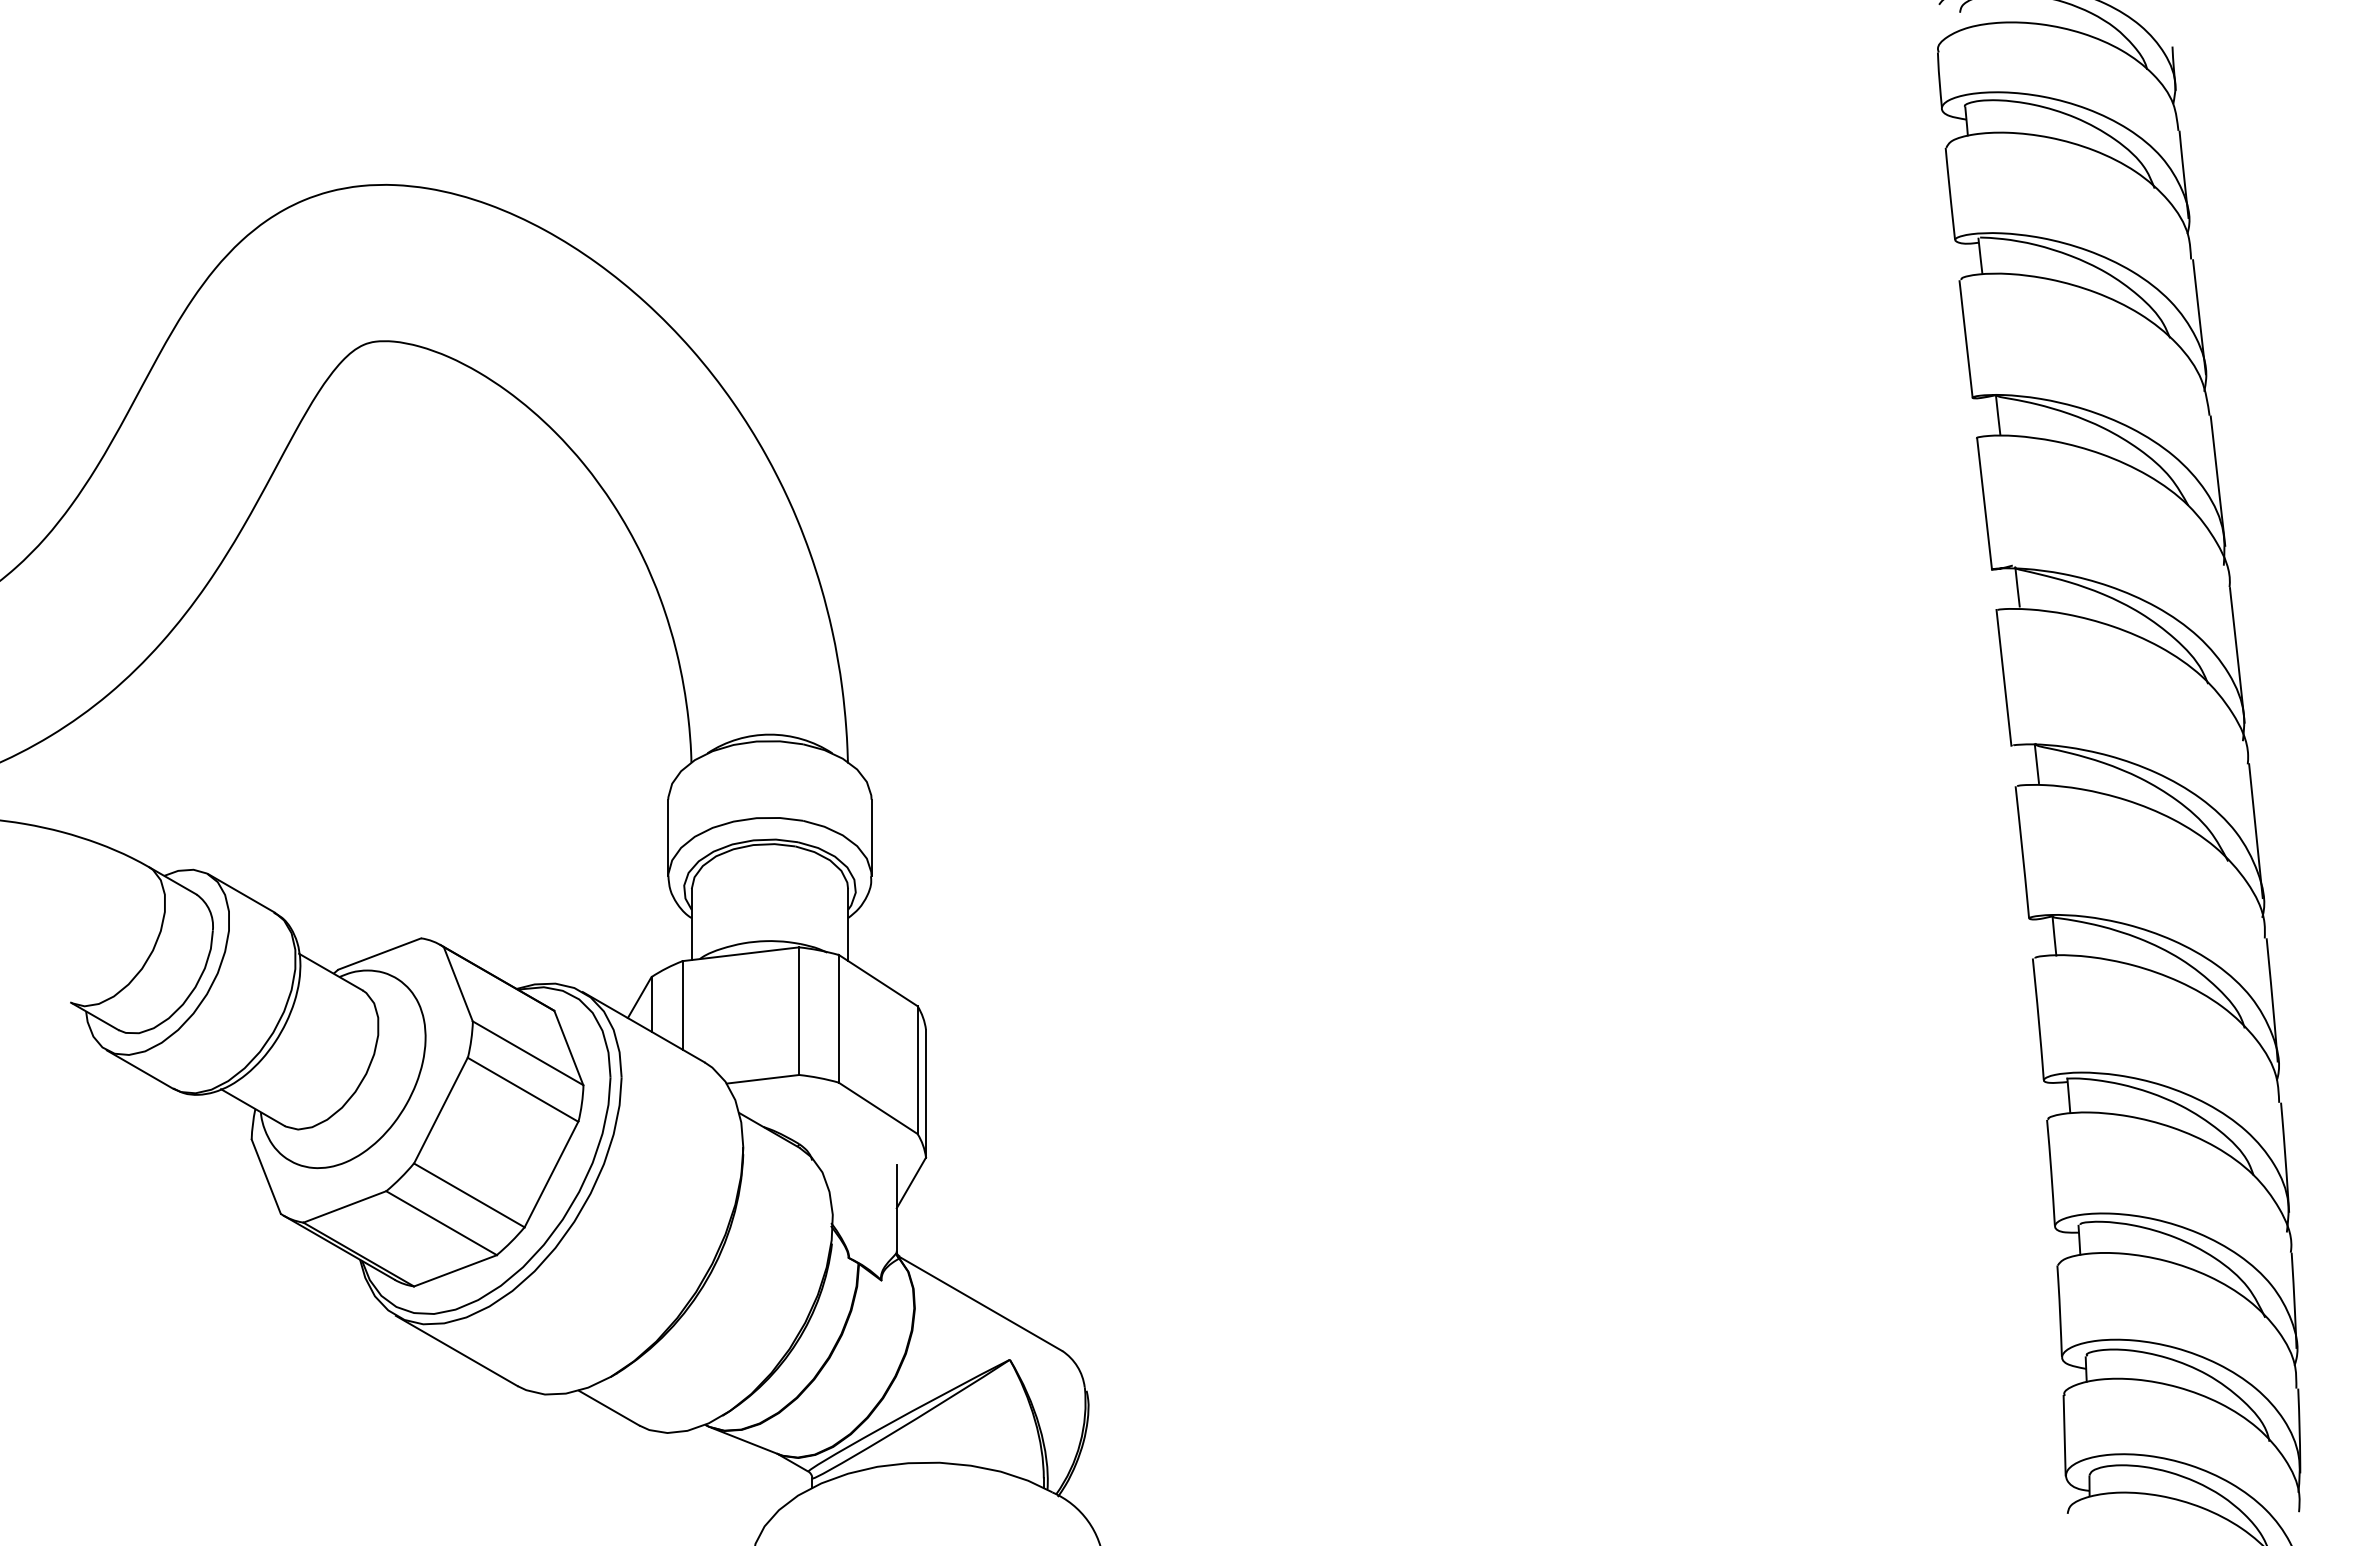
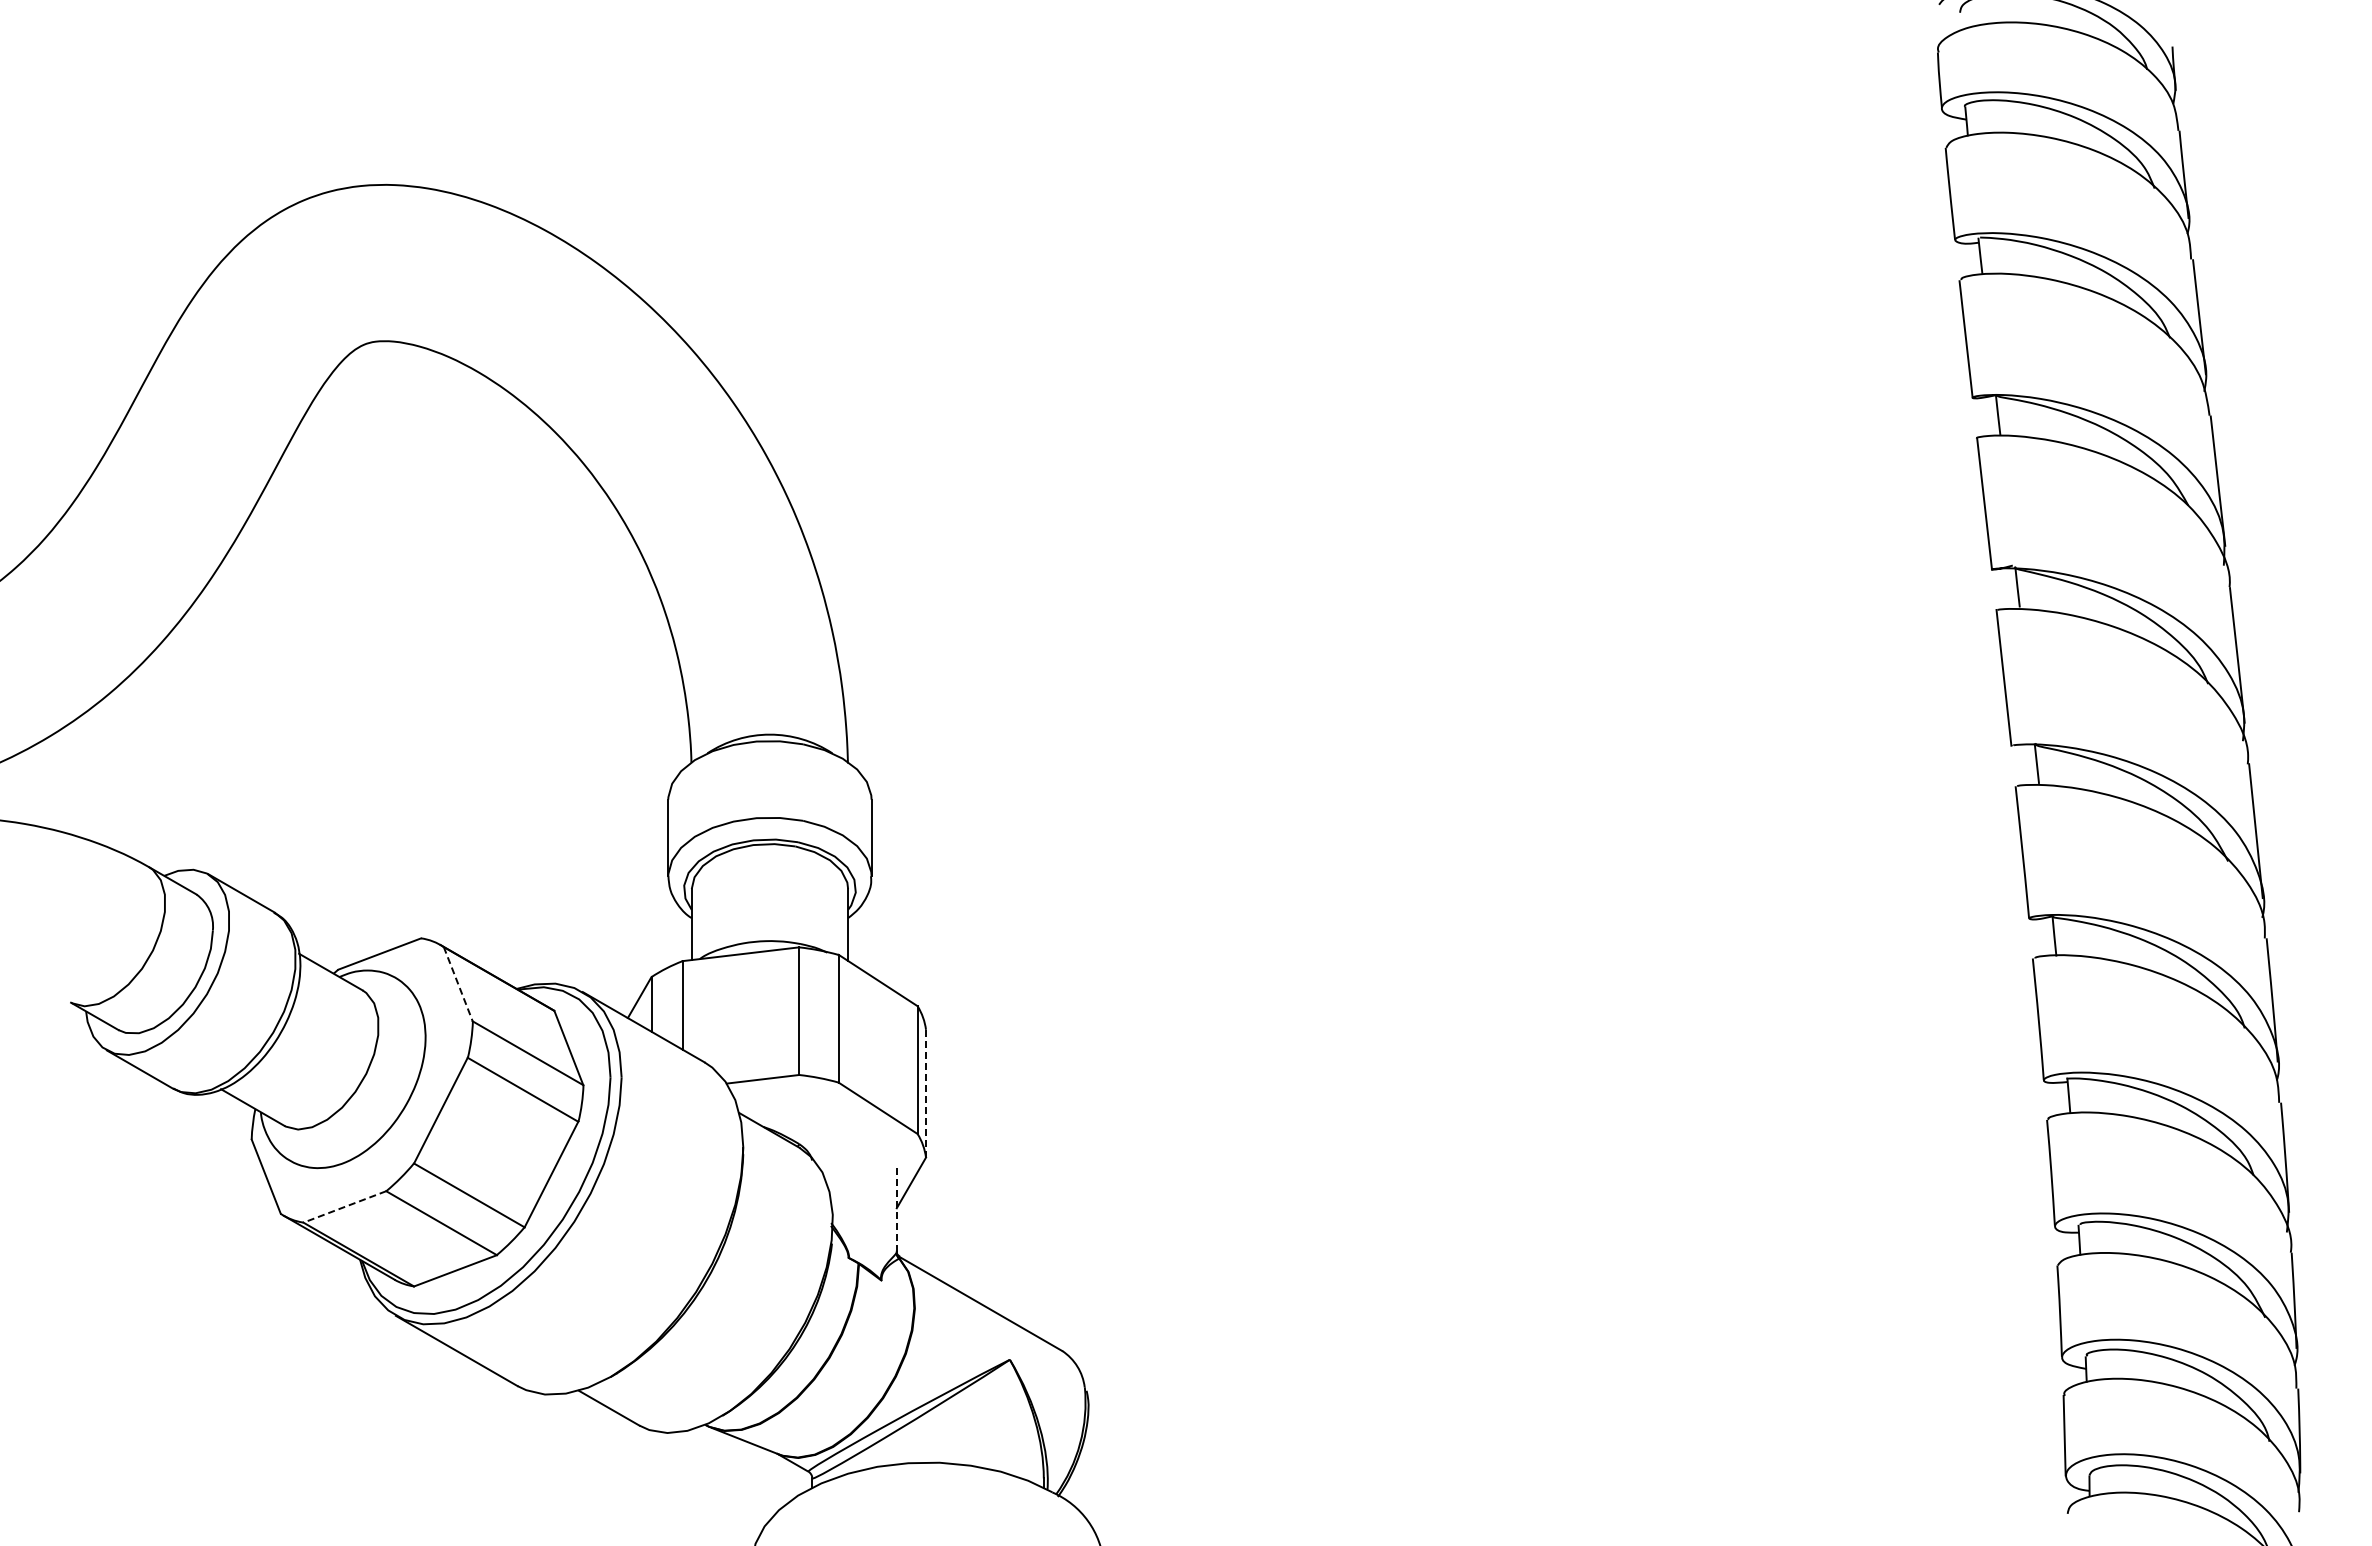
line at (458, 984): solid -> dashed
line at (926, 1093): solid -> dashed
line at (344, 1207): solid -> dashed
line at (896, 1207): solid -> dashed
